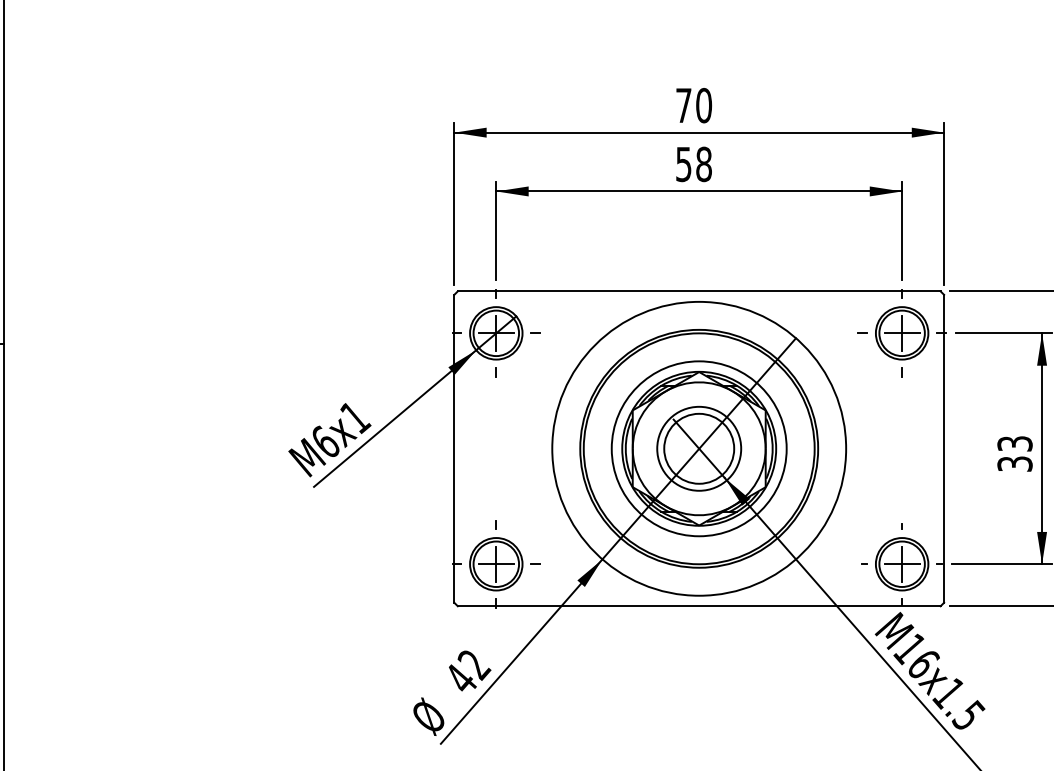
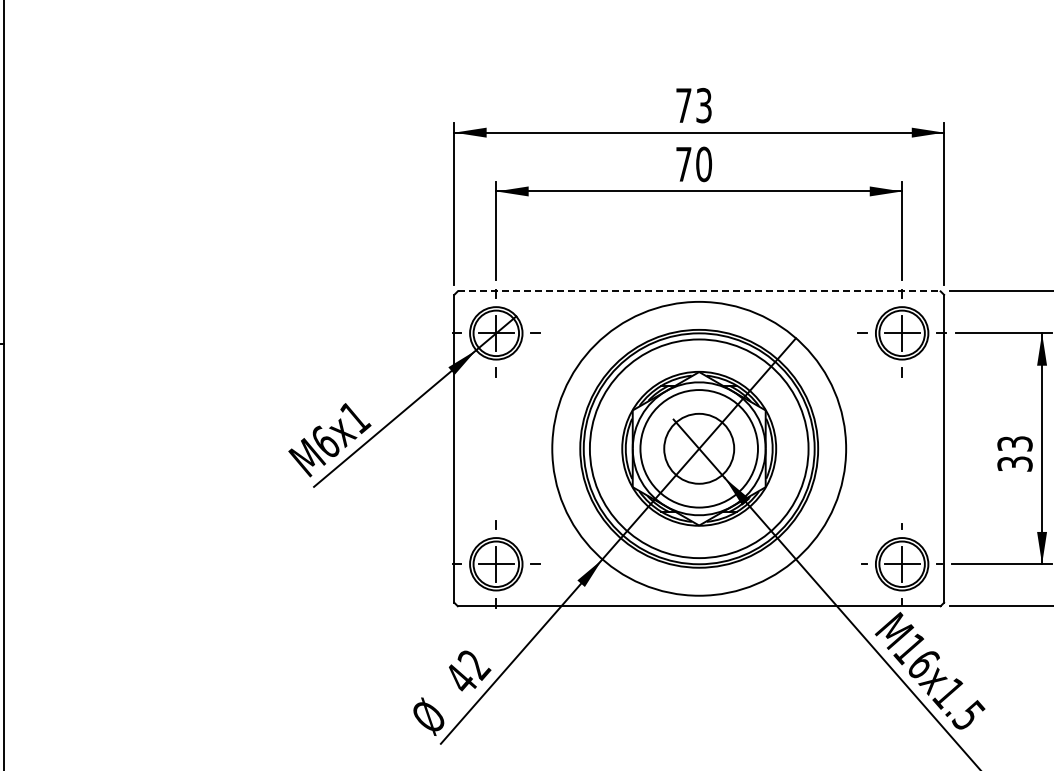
text at (704, 105): 70 -> 73
text at (694, 164): 58 -> 70
line at (699, 291): solid -> dashed
circle at (698, 448) diameter: 175 px -> 219 px
circle at (699, 448) diameter: 84 px -> 118 px
